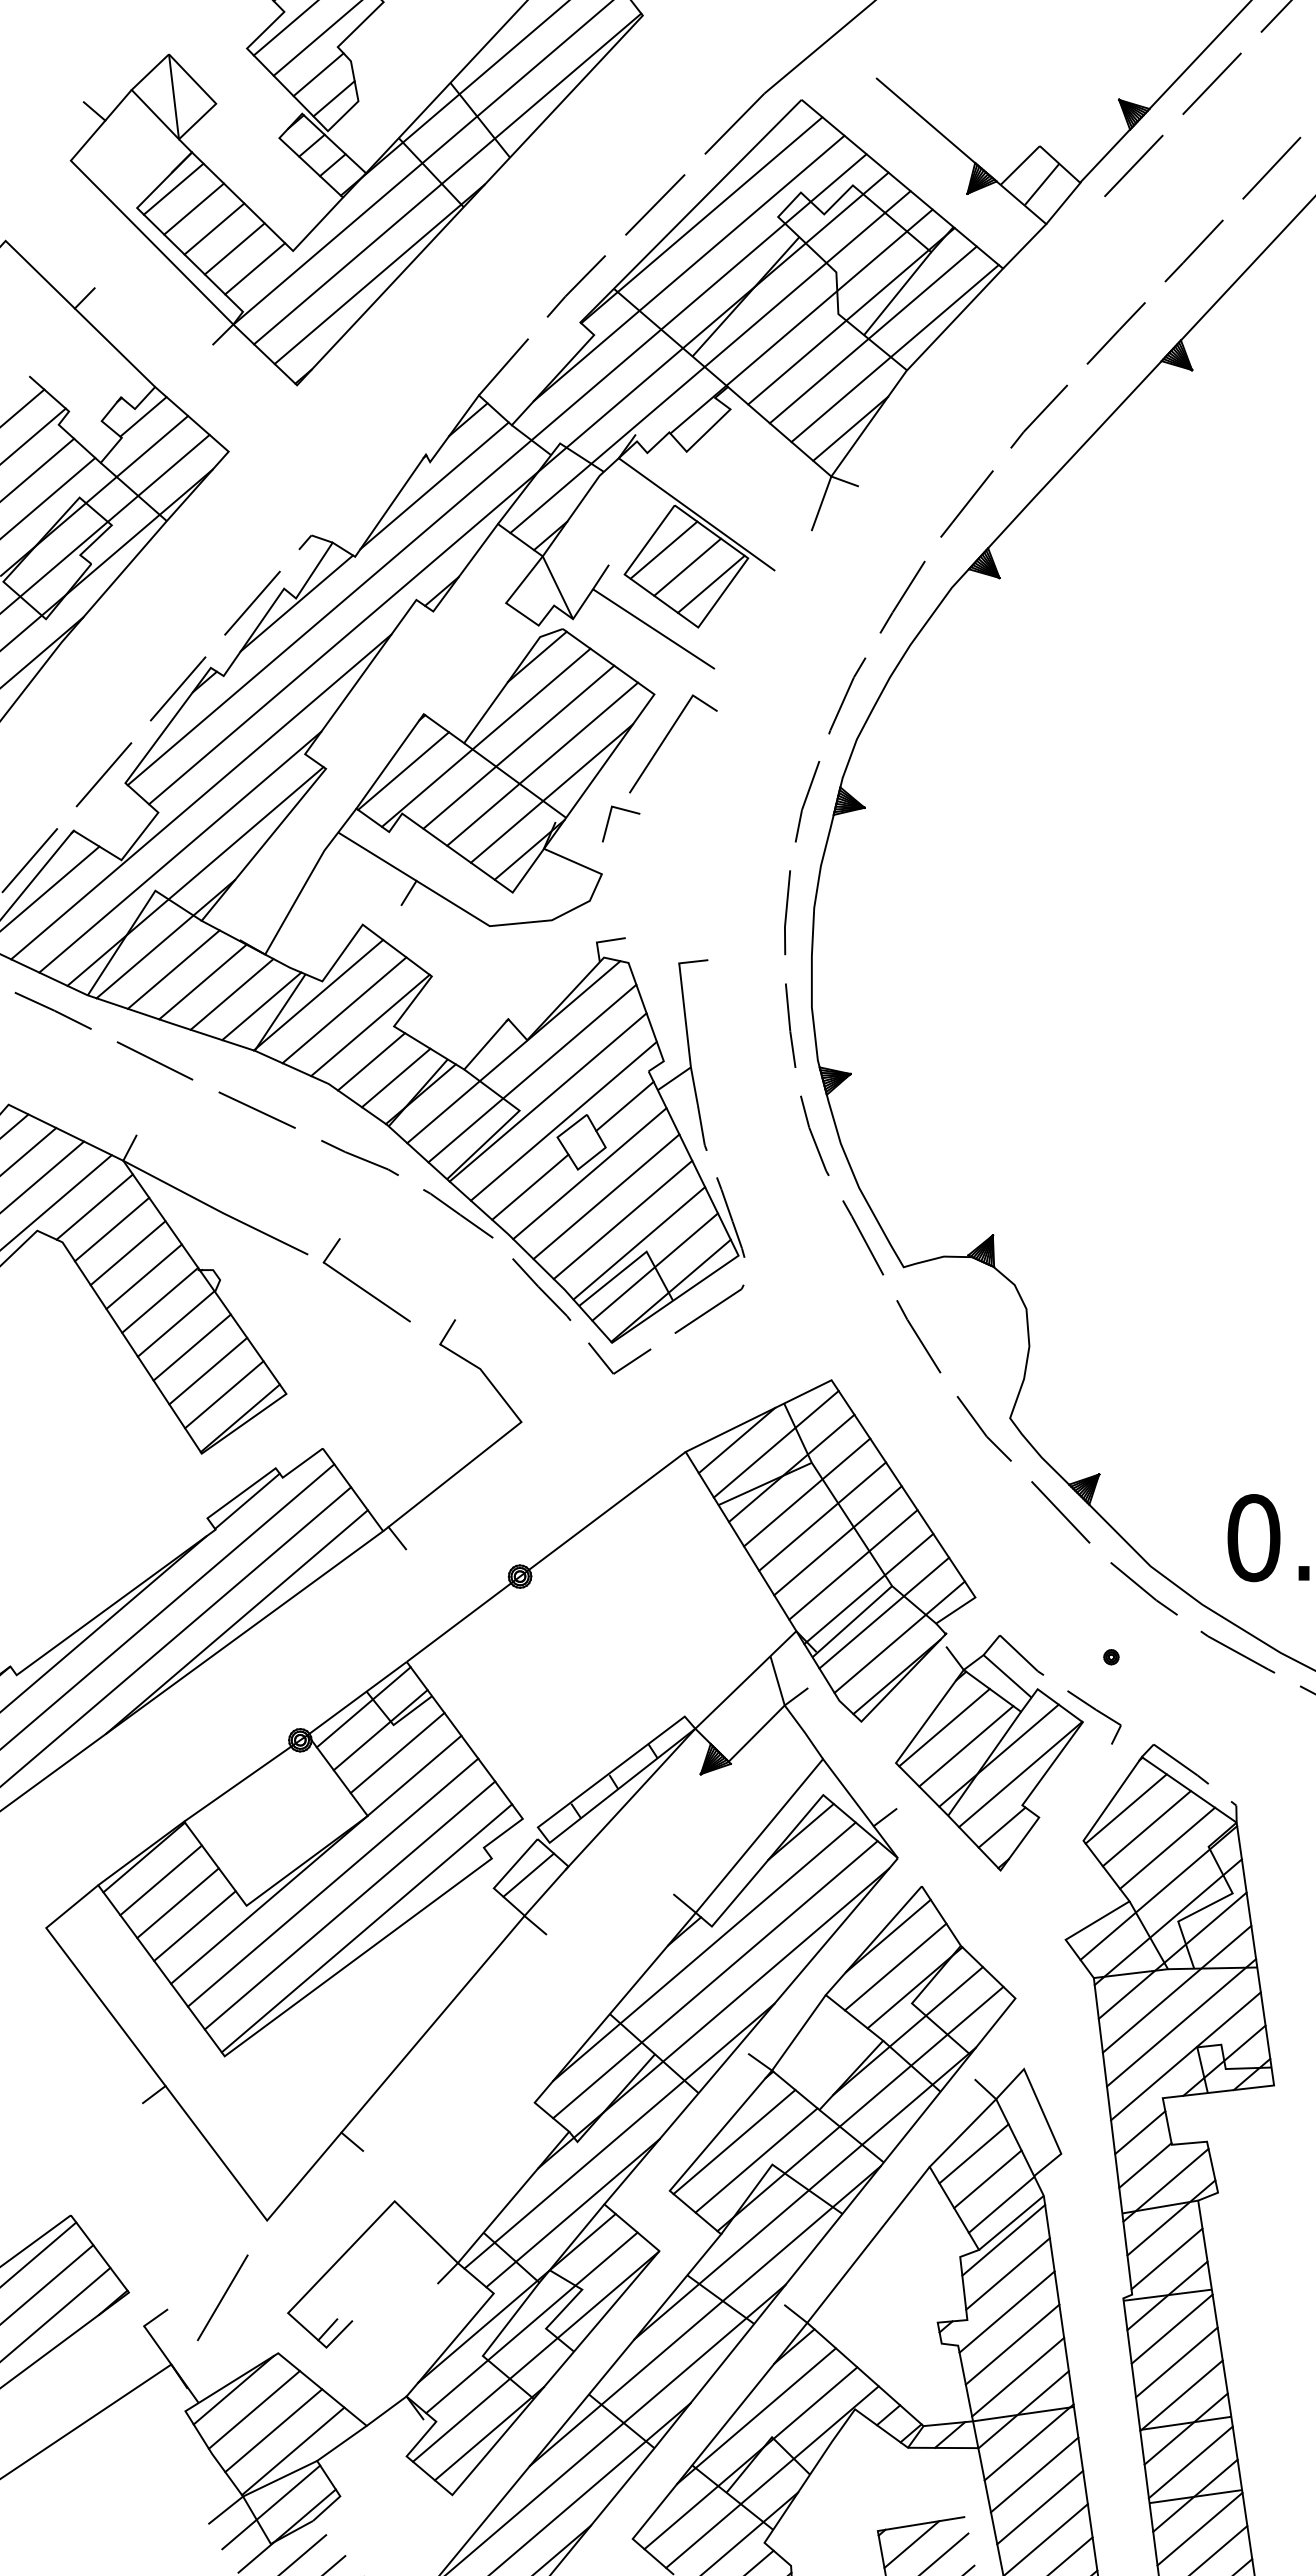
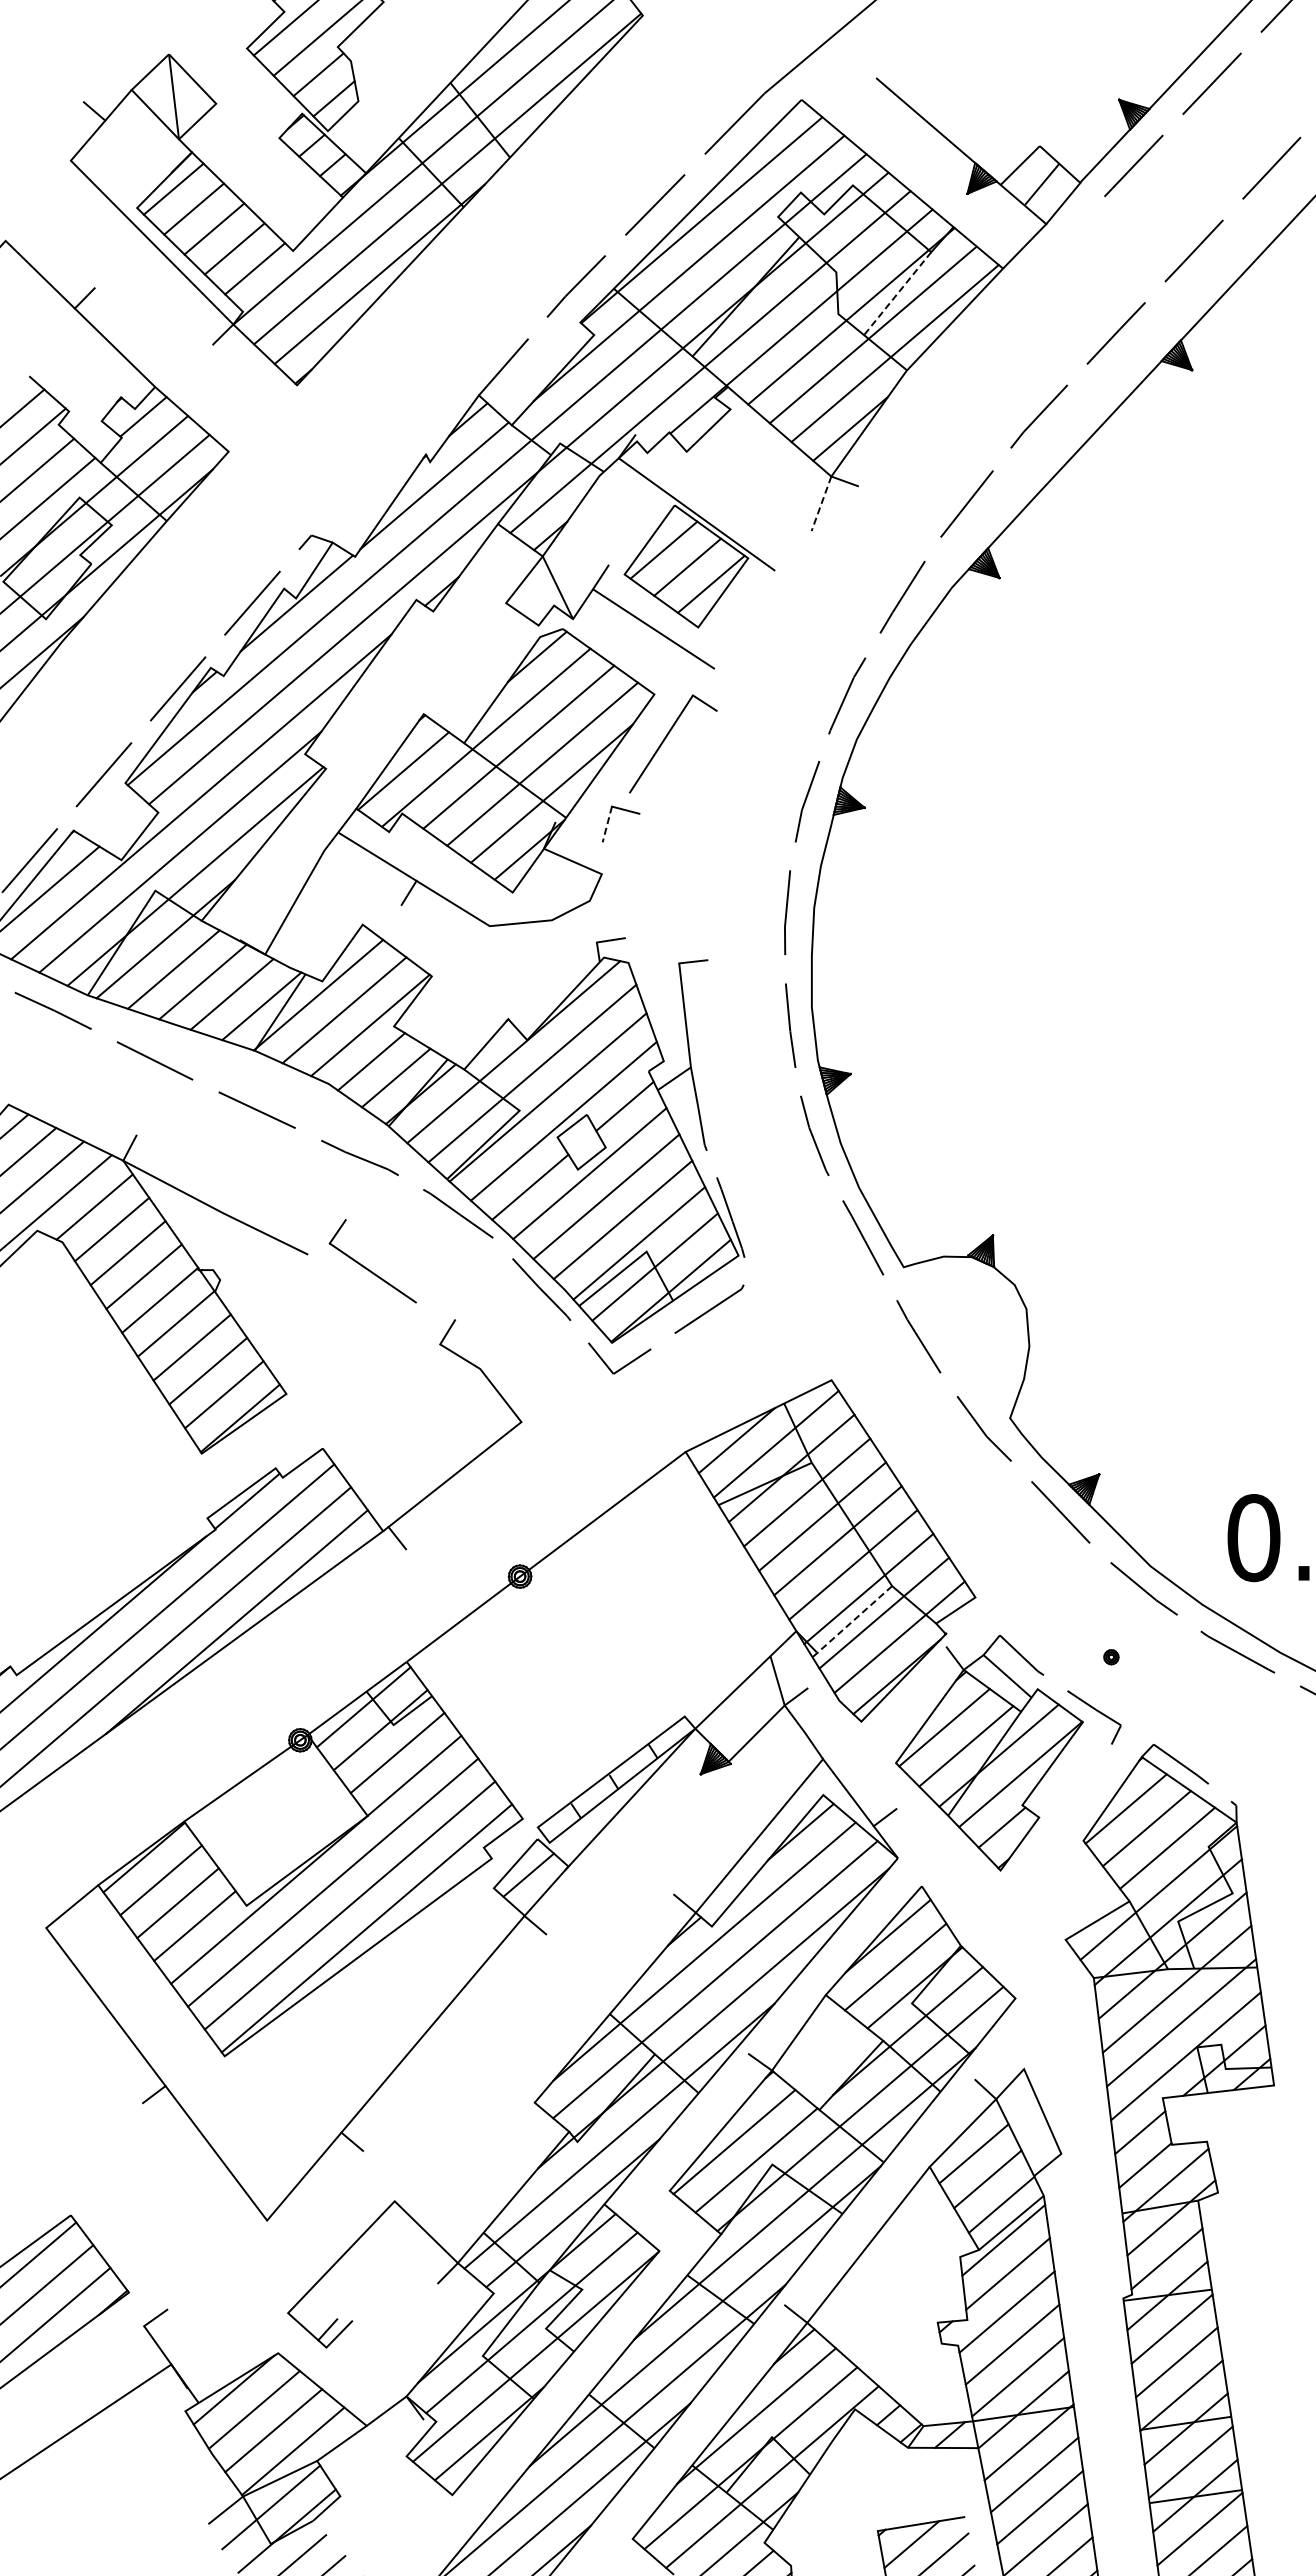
line at (897, 294): solid -> dashed
line at (821, 504): solid -> dashed
line at (607, 824): solid -> dashed
part at (362, 1287) position: (362, 1287) -> (368, 1268)
line at (851, 1622): solid -> dashed
line at (222, 2297): present -> none
